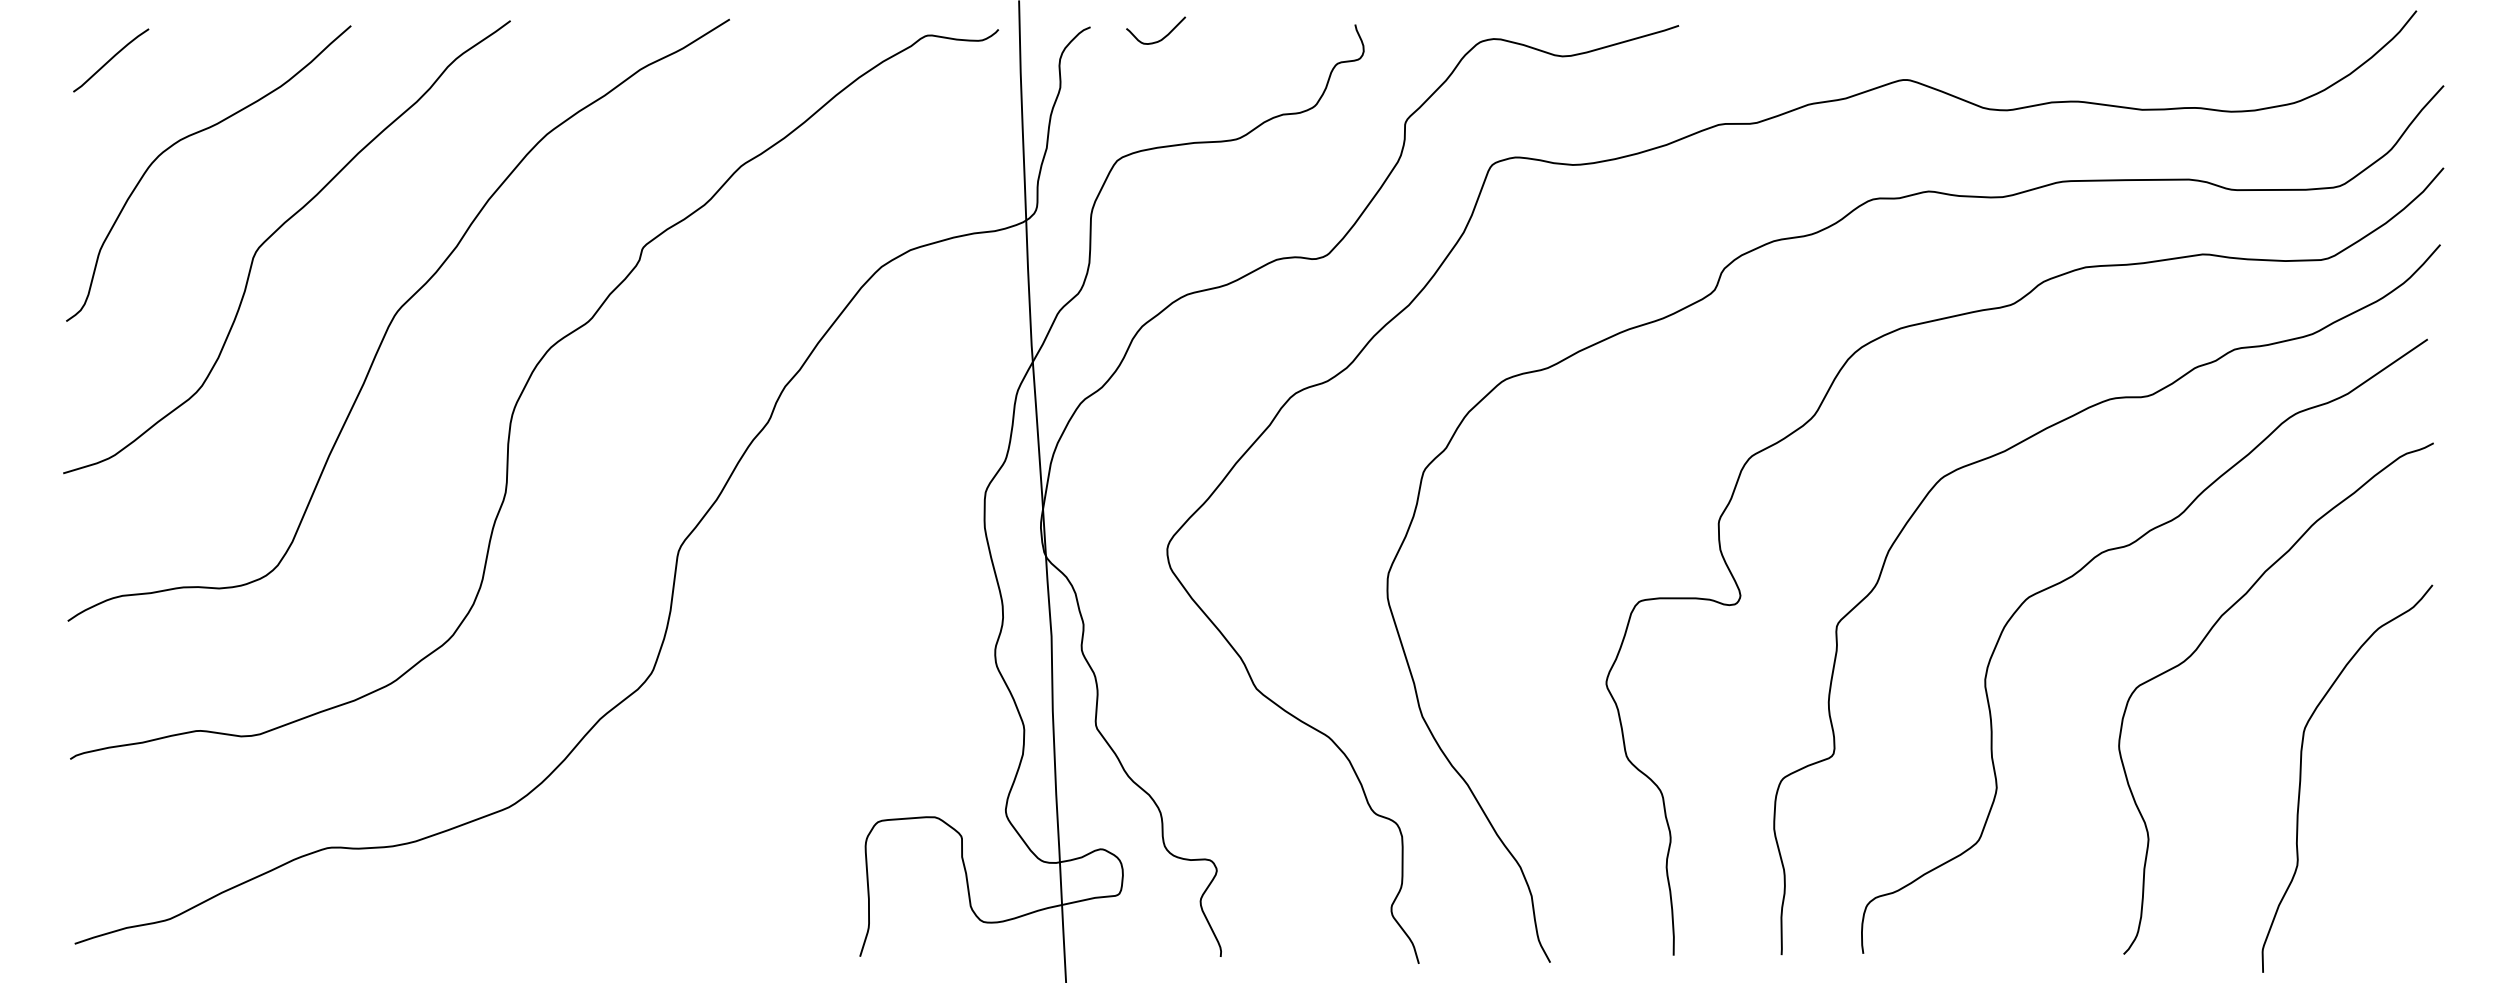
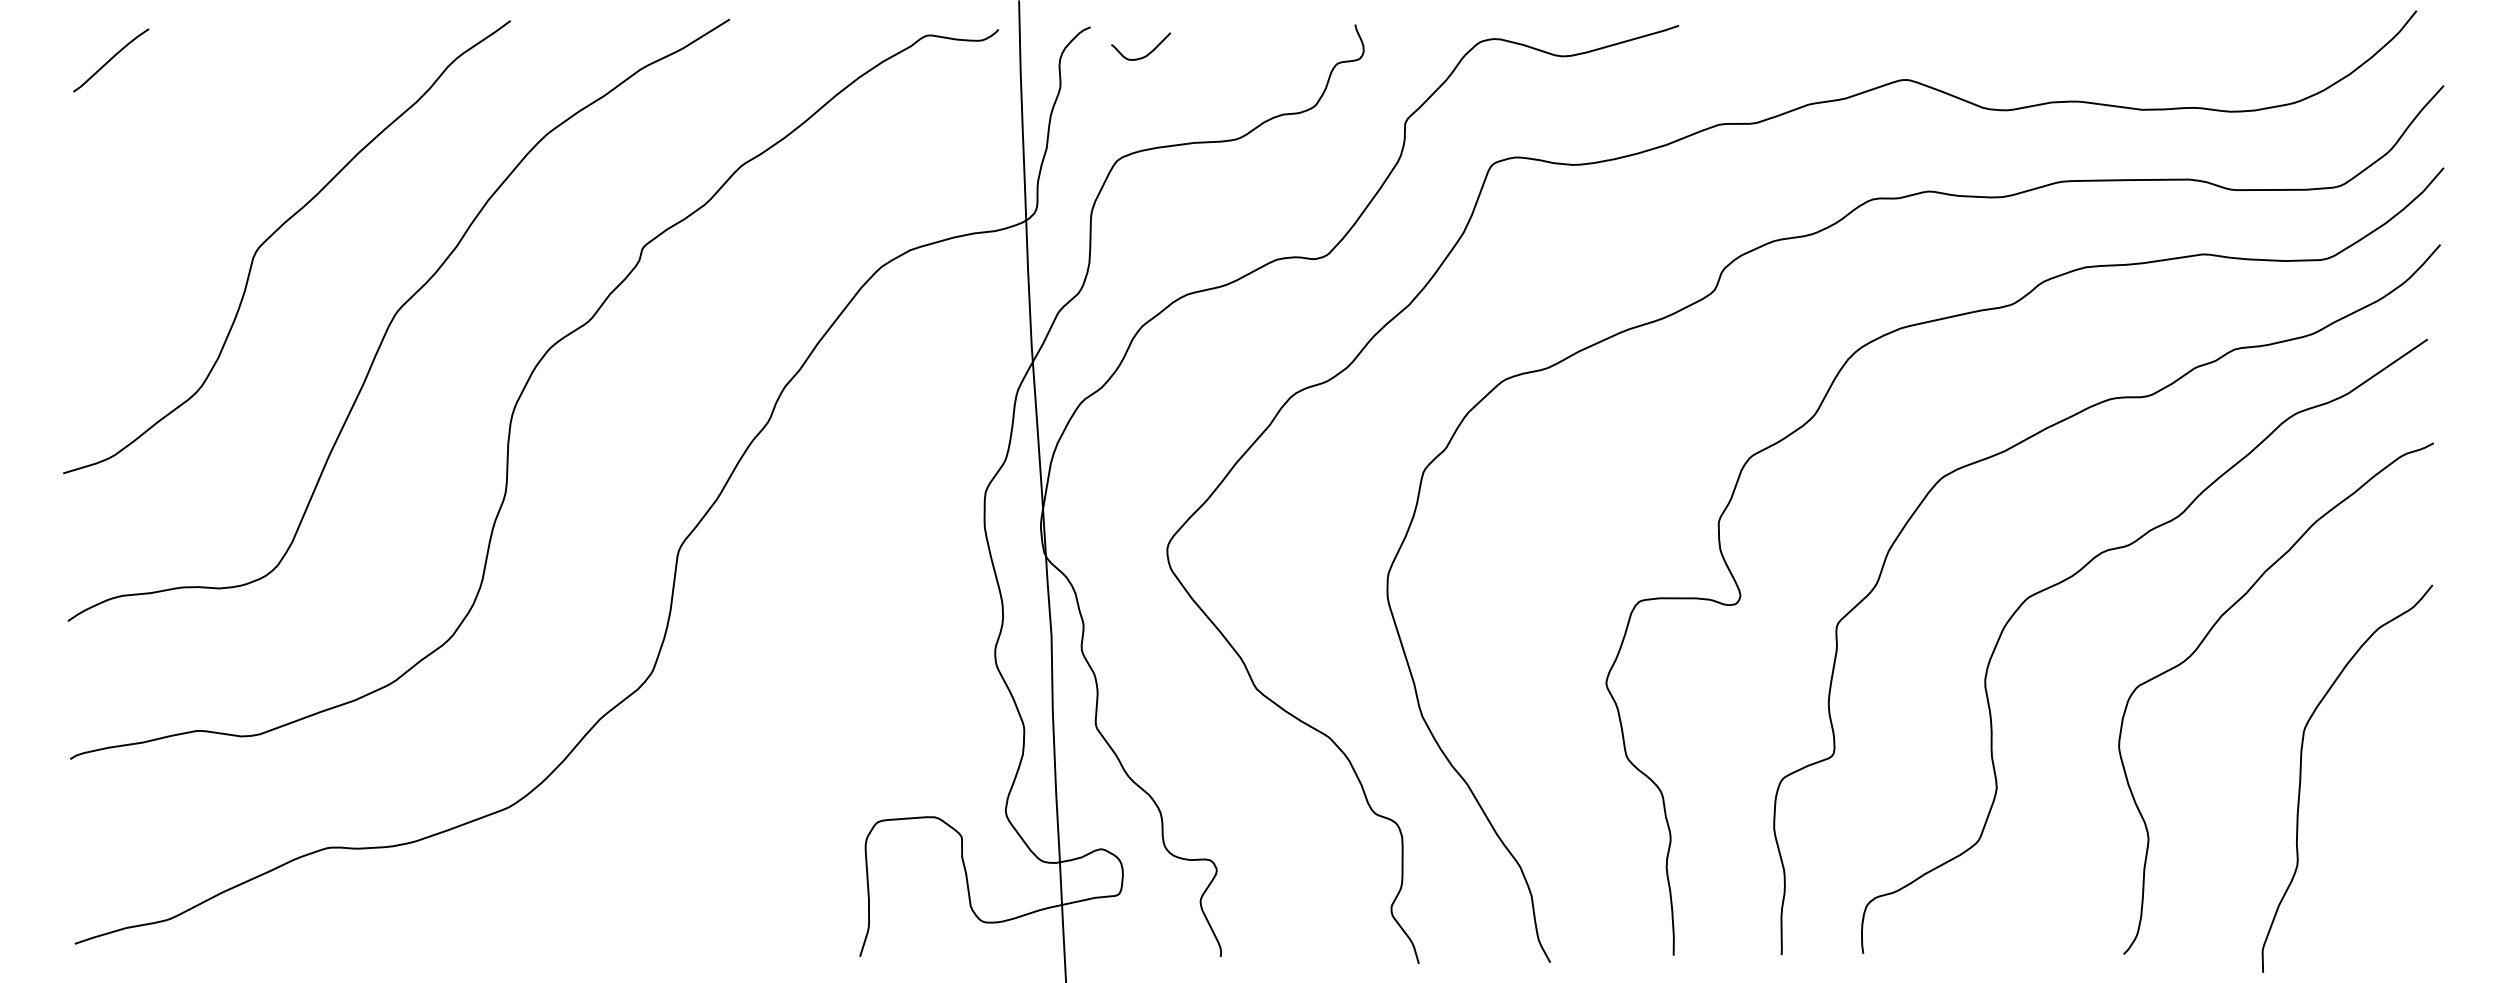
curve at (1161, 38) position: (1161, 38) -> (1146, 54)
curve at (195, 134): present -> none
